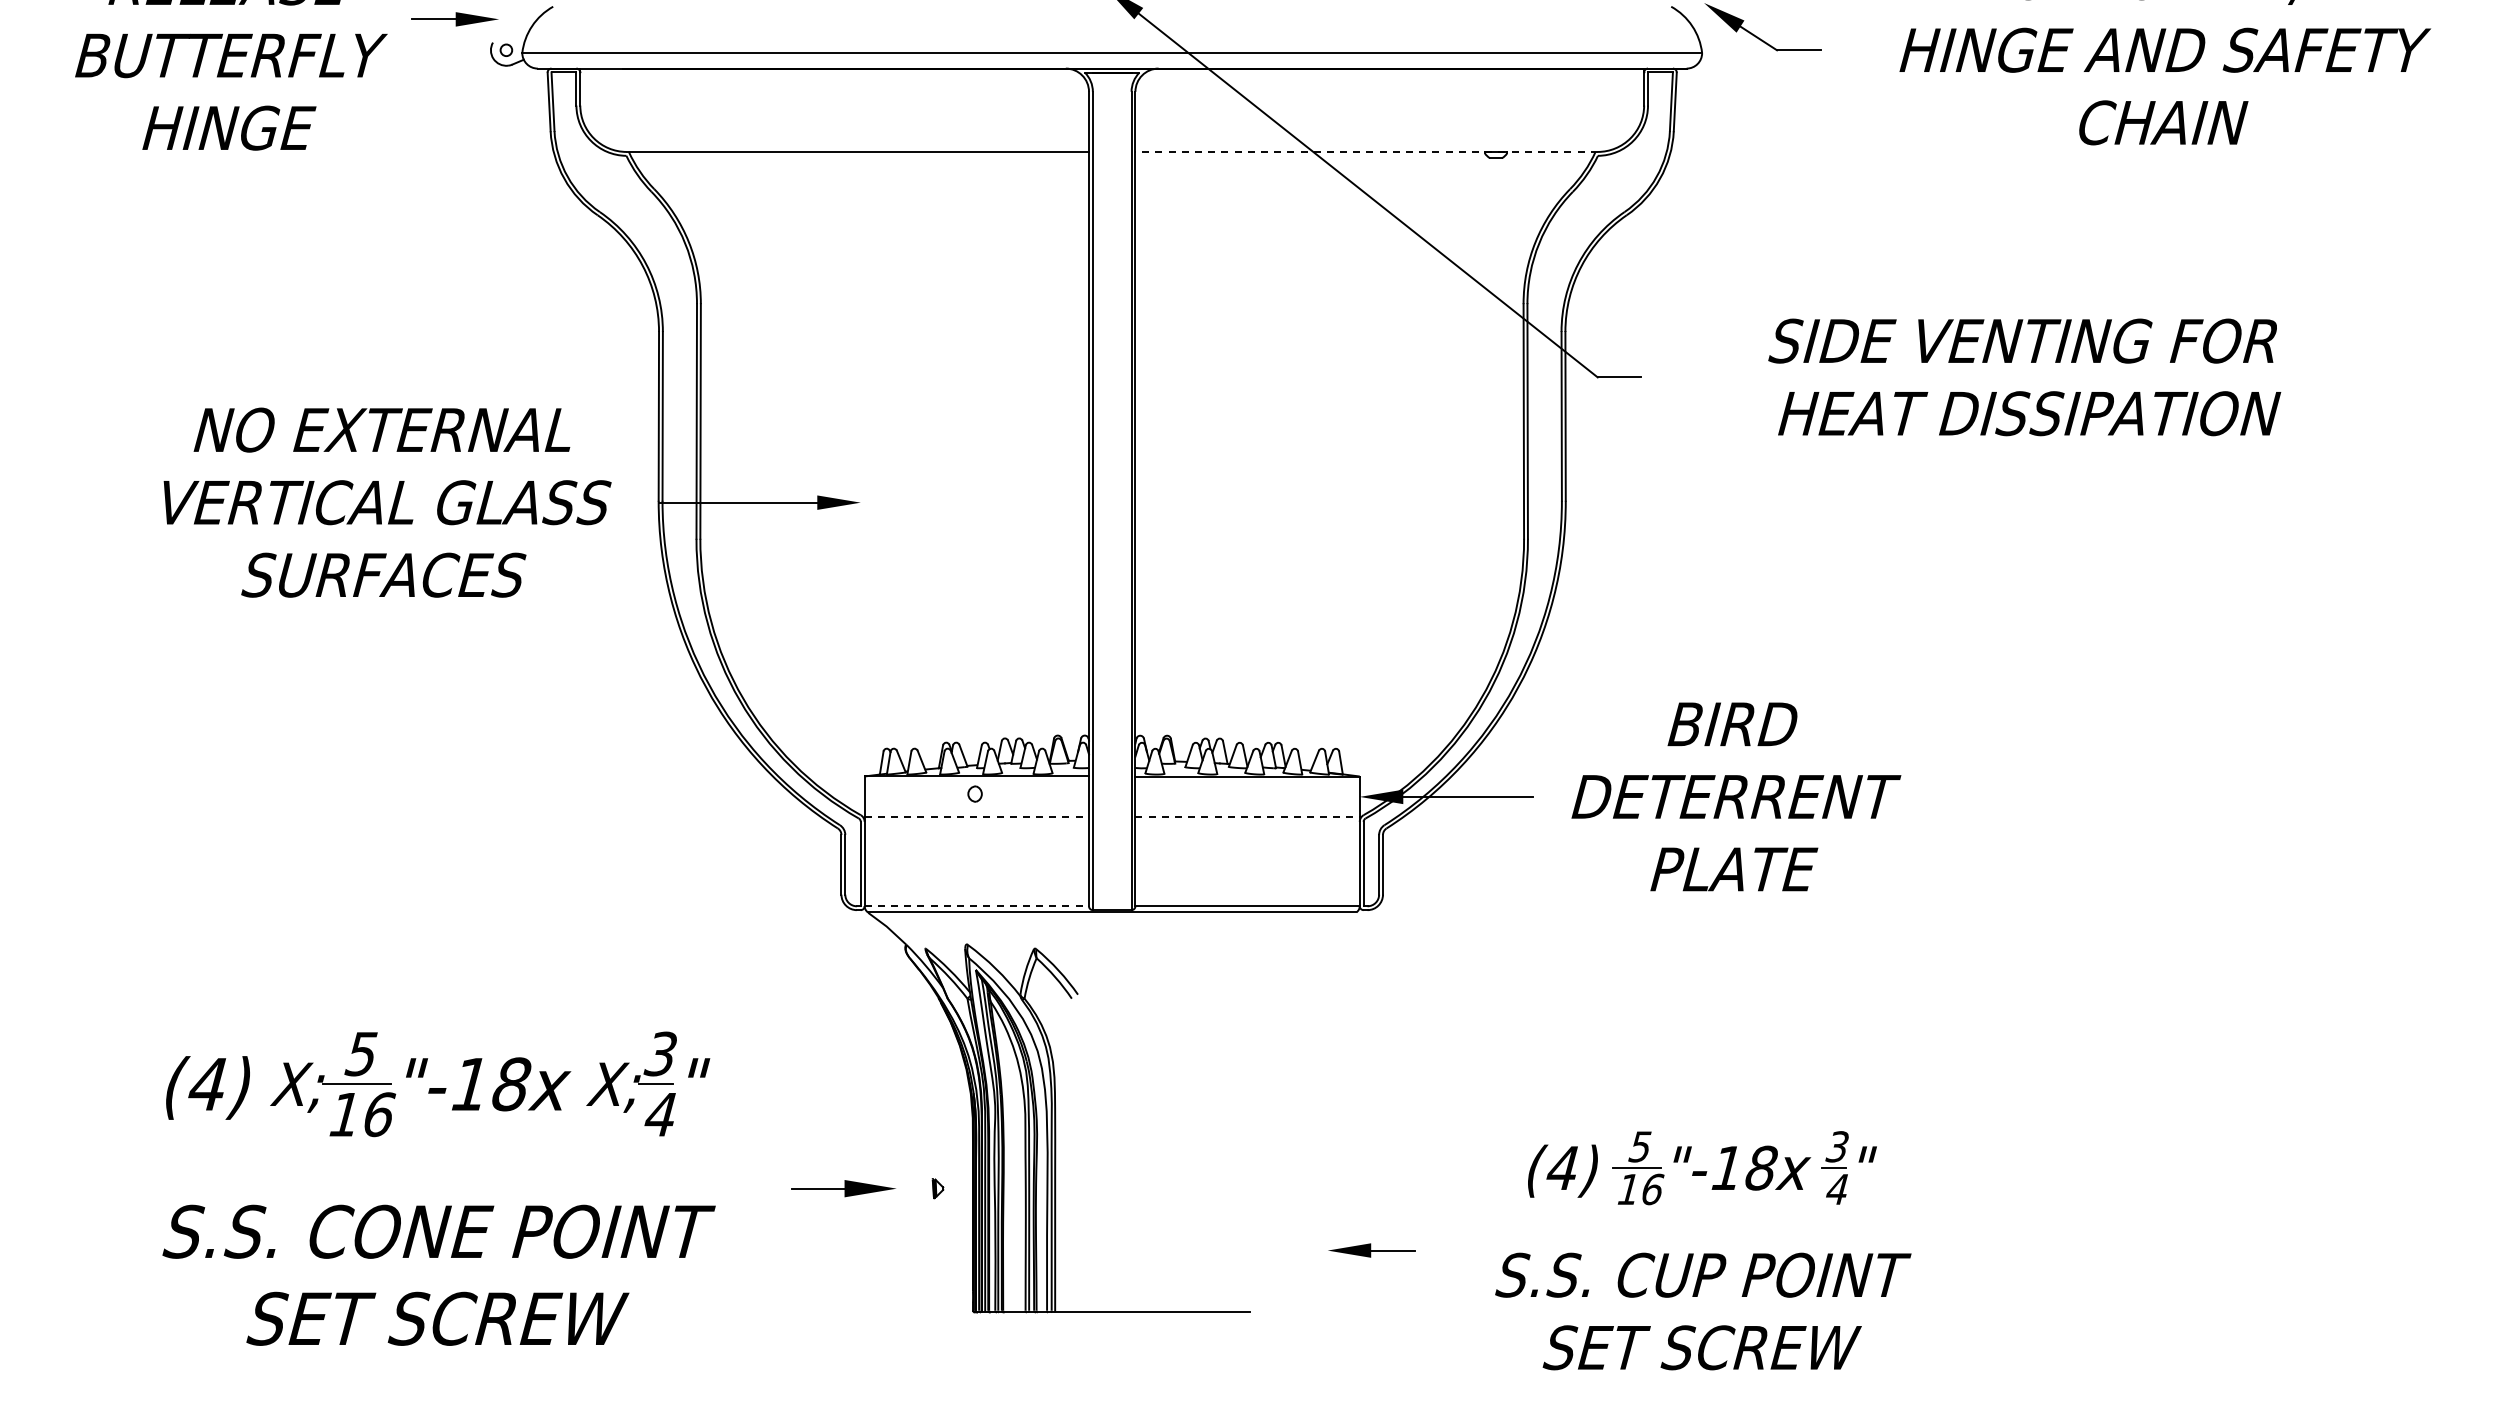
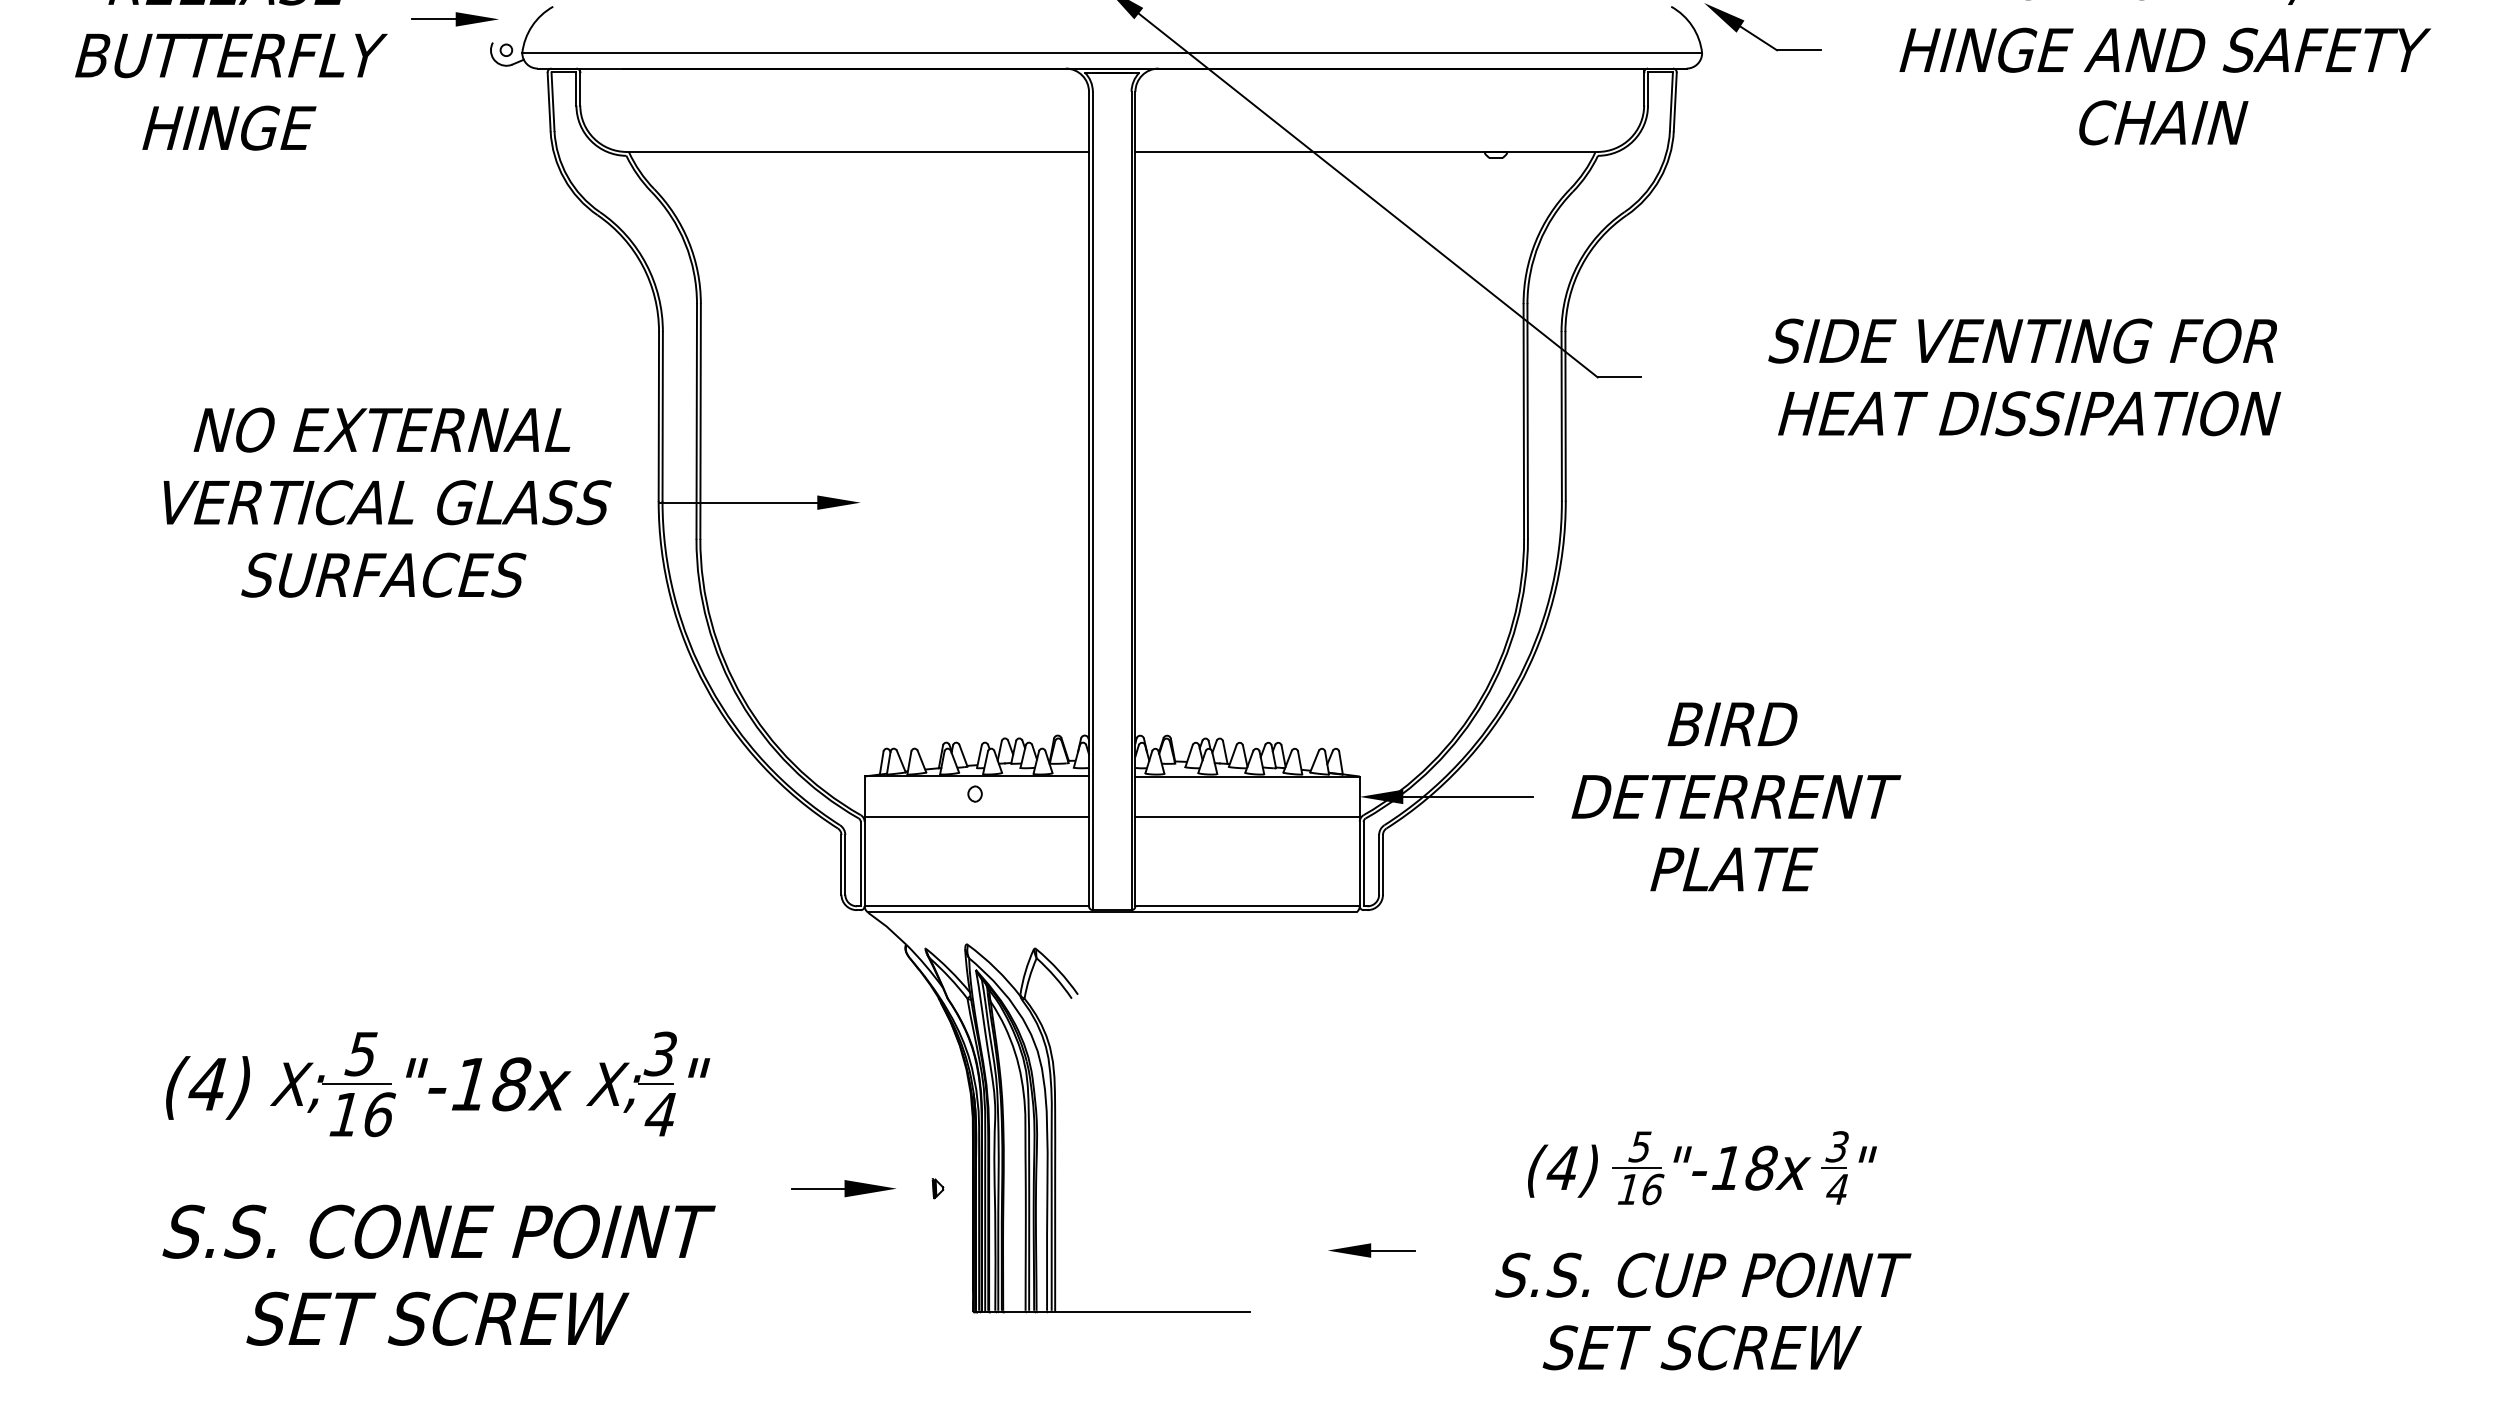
line at (1366, 151): dashed -> solid
line at (977, 817): dashed -> solid
line at (1248, 817): dashed -> solid
line at (977, 906): dashed -> solid
